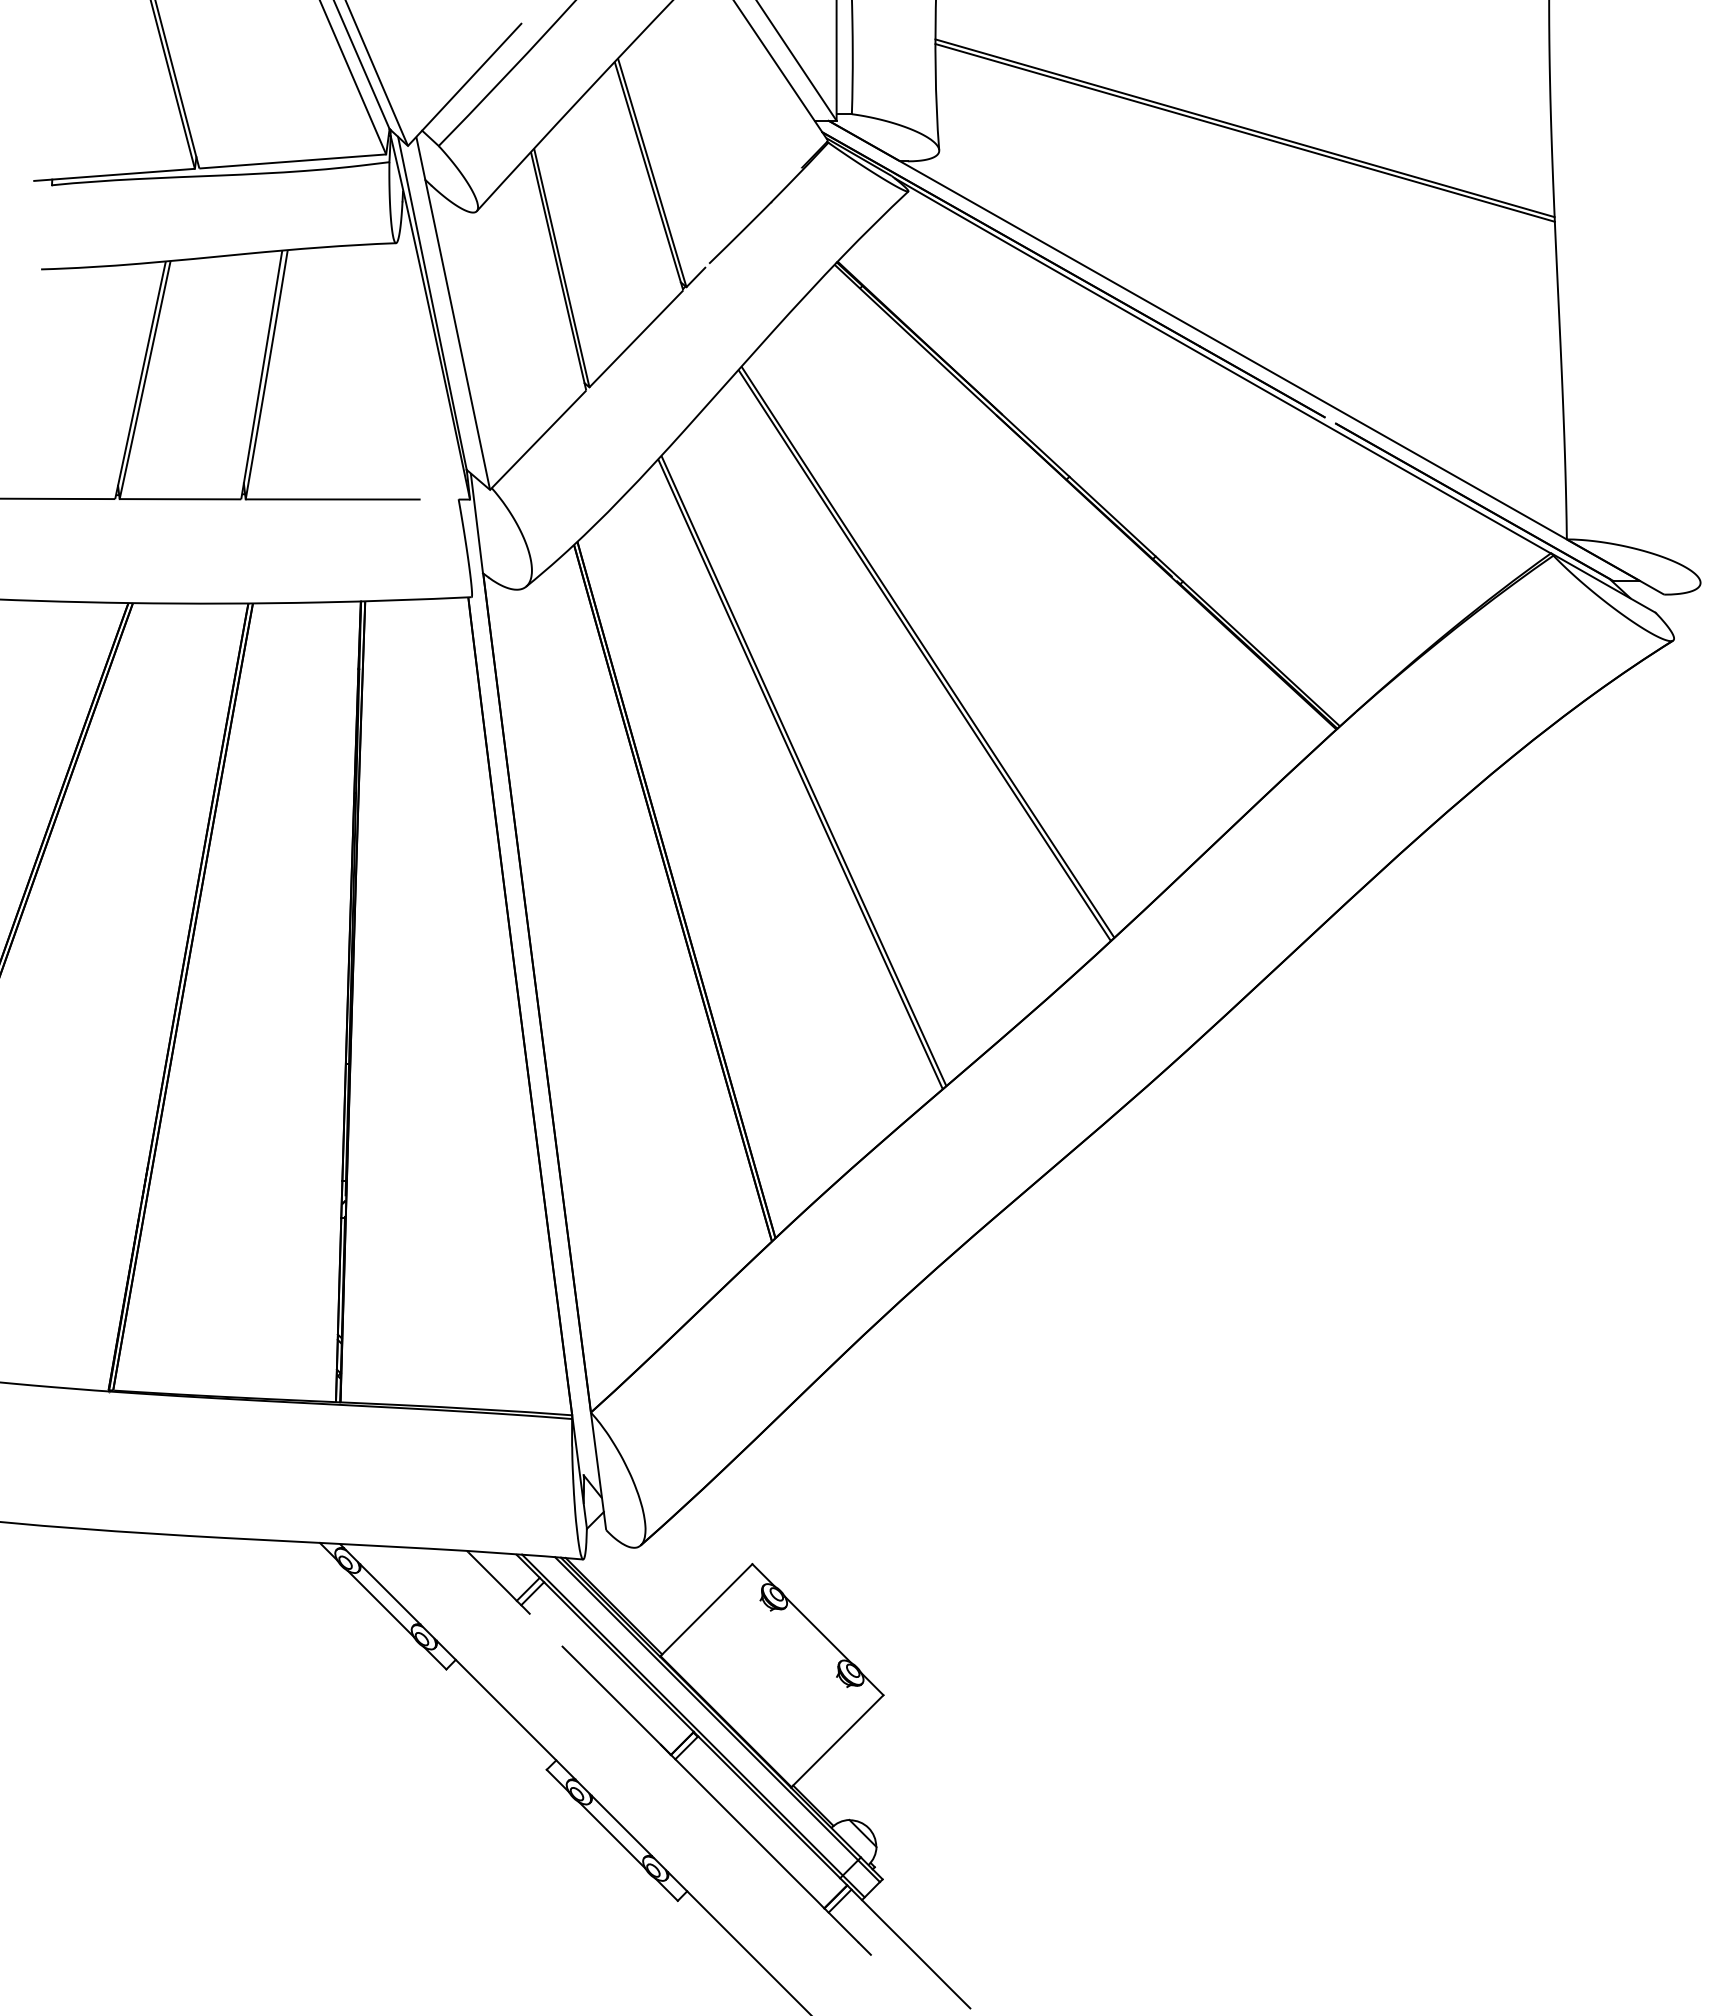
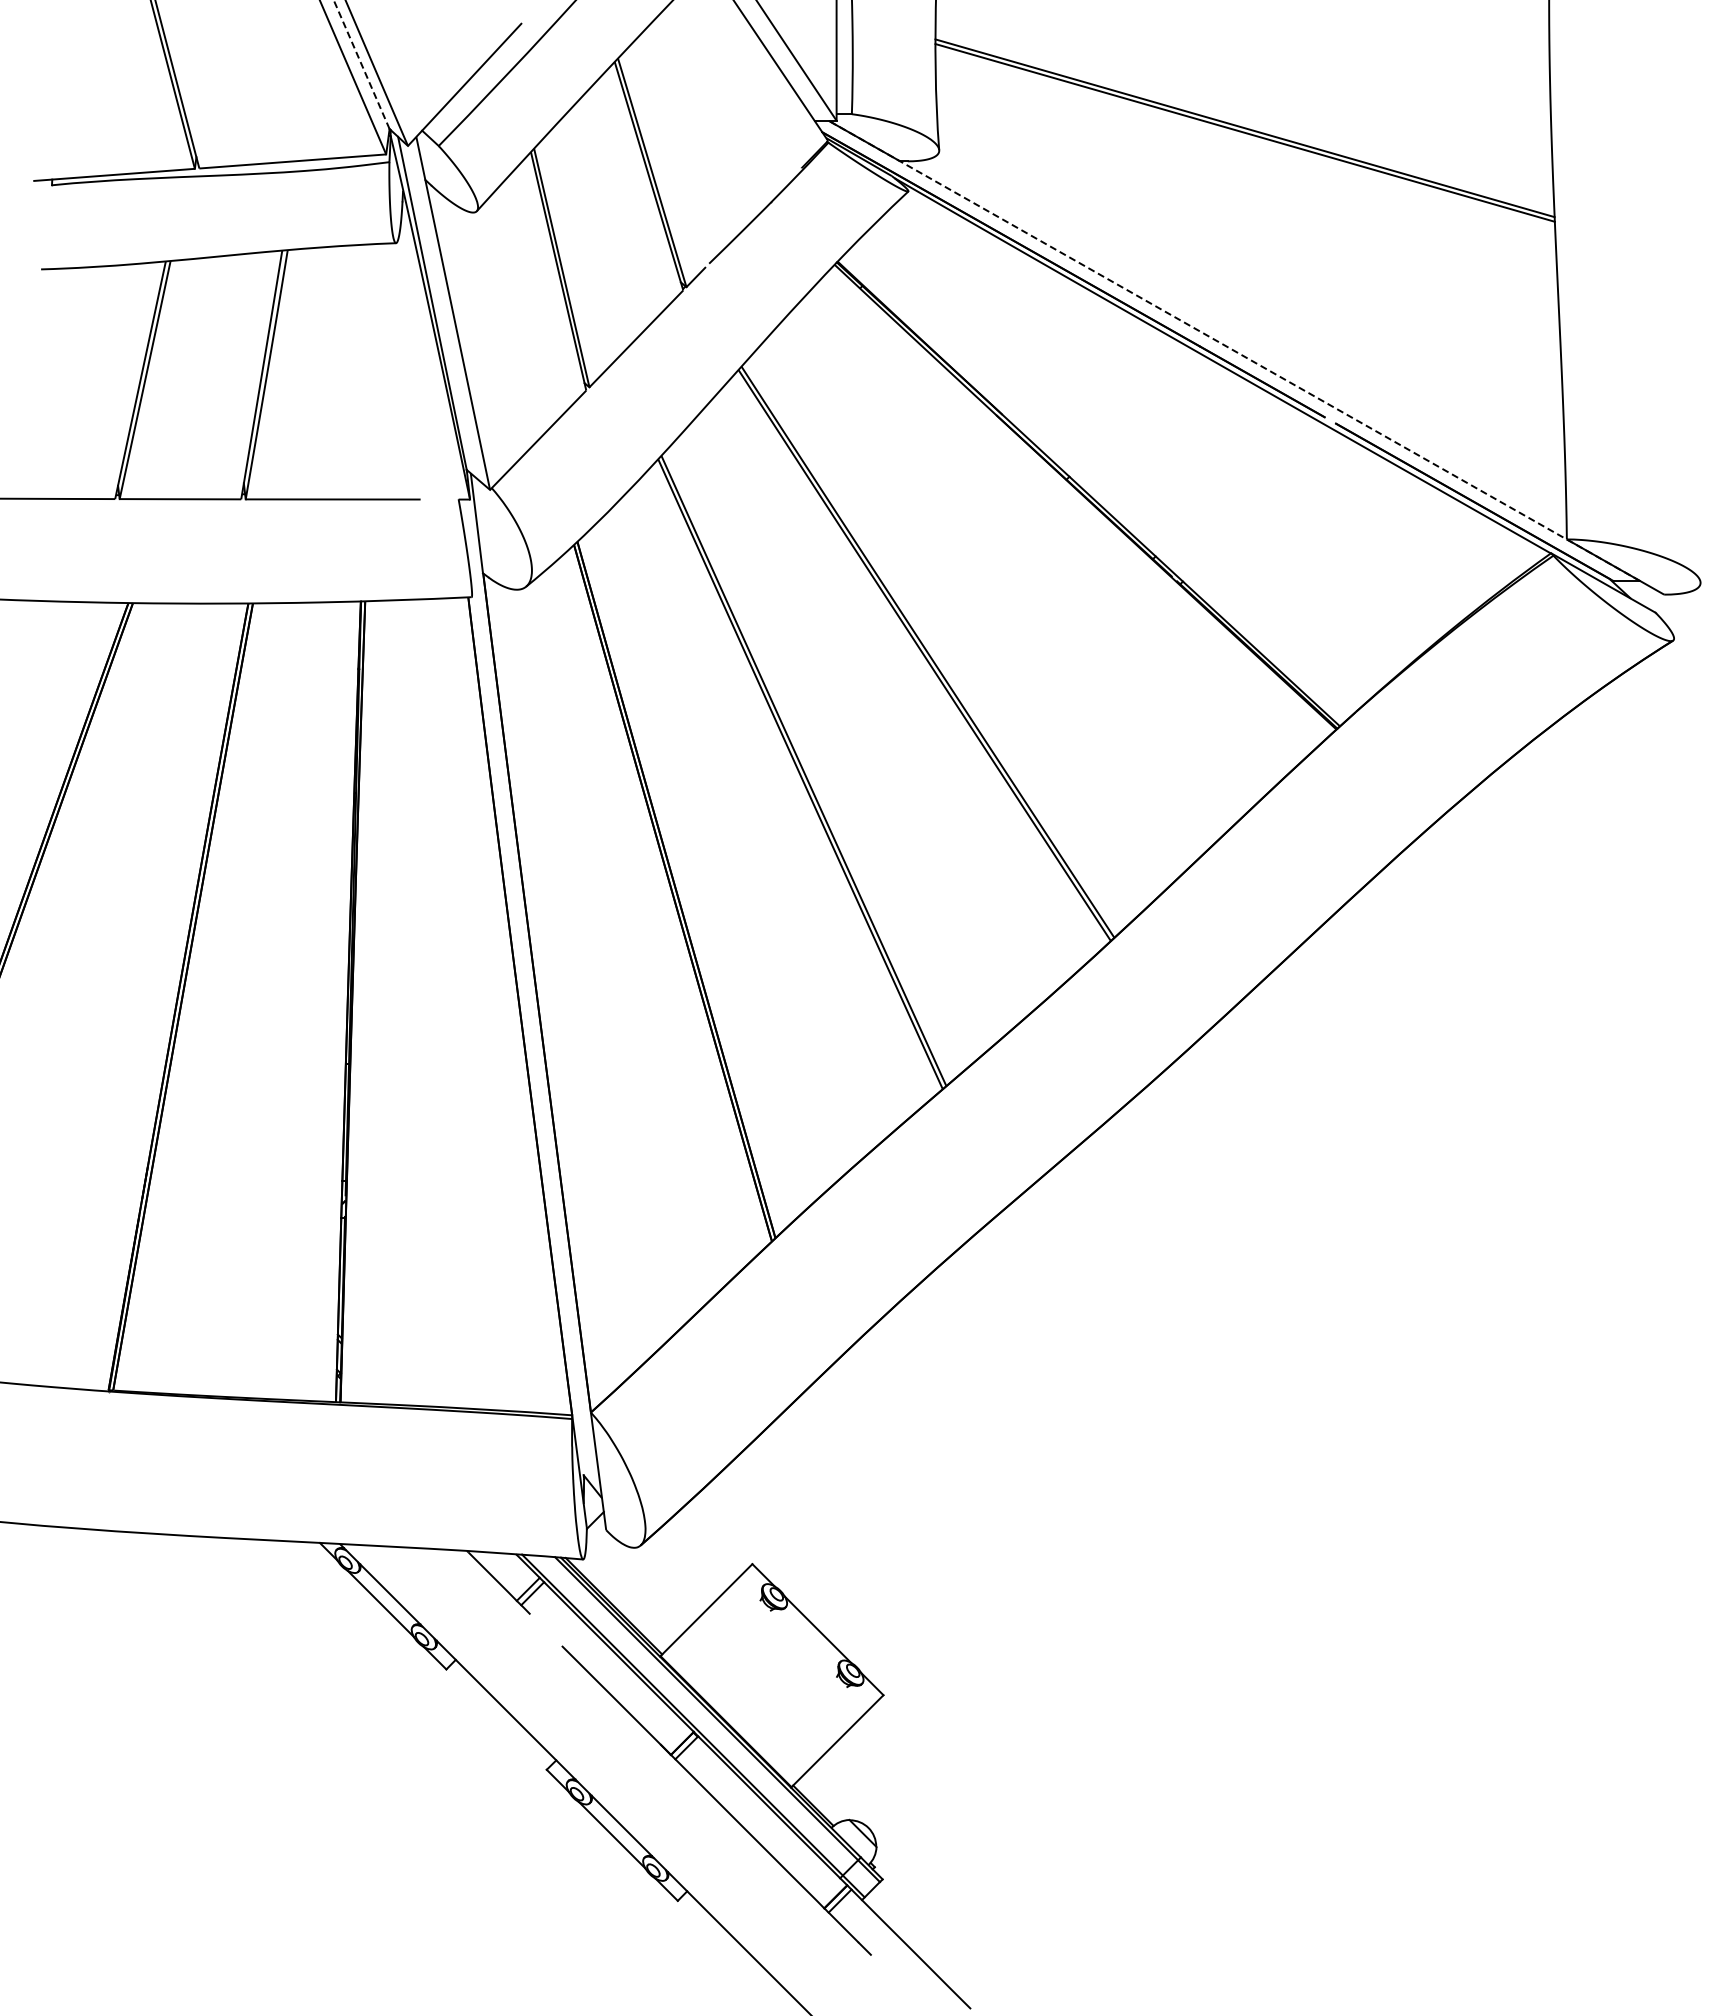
line at (361, 64): solid -> dashed
line at (1233, 350): solid -> dashed
